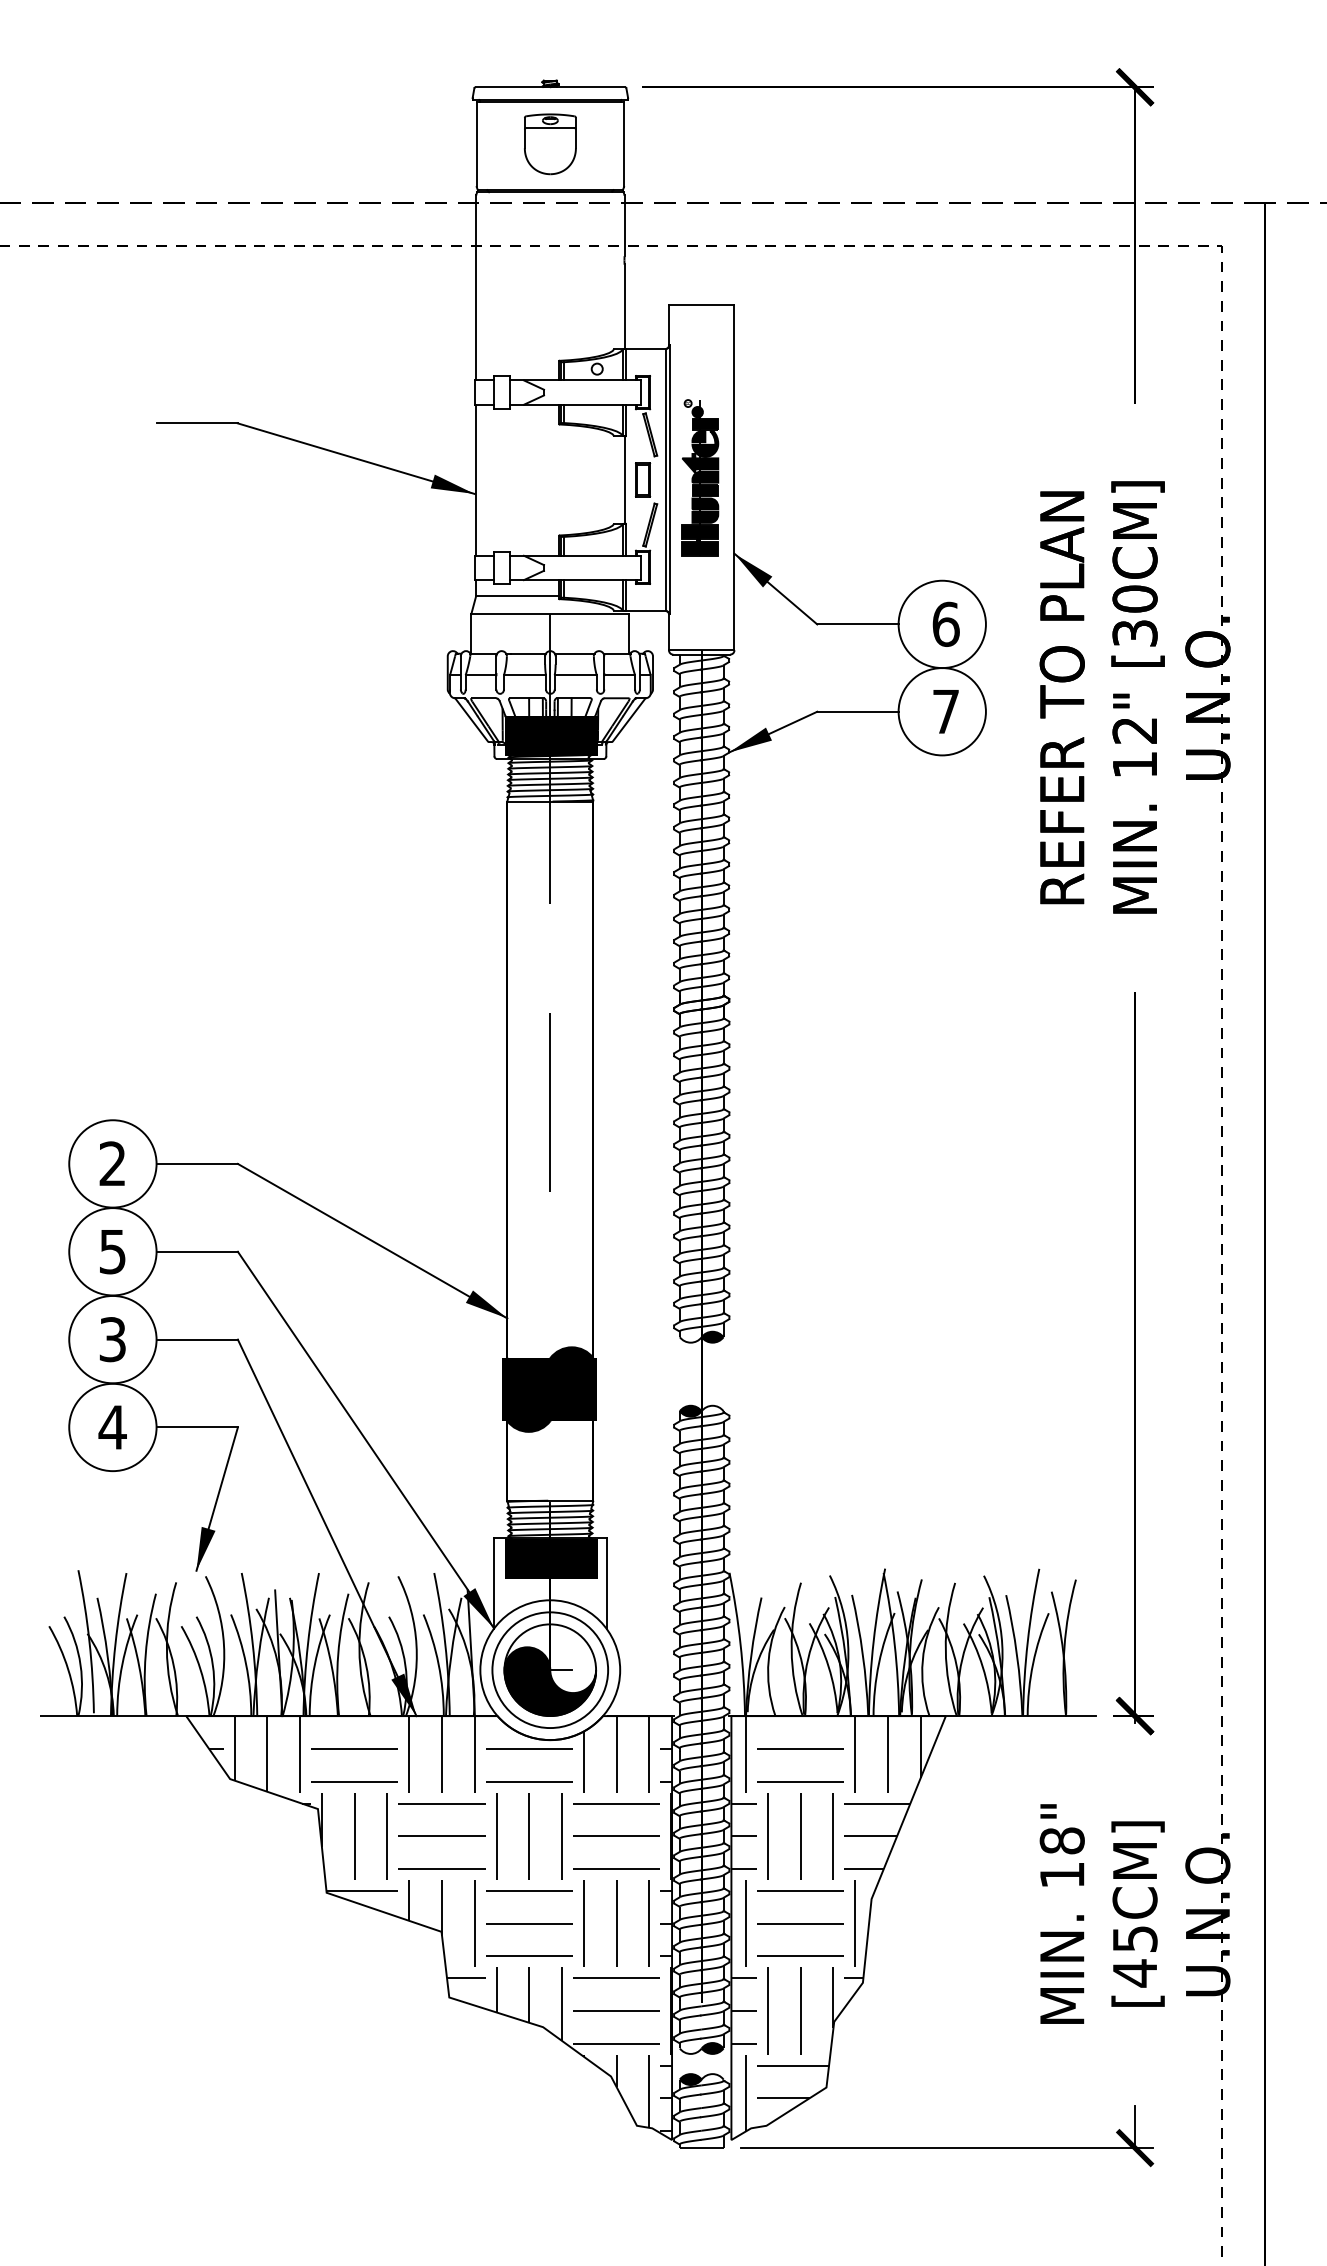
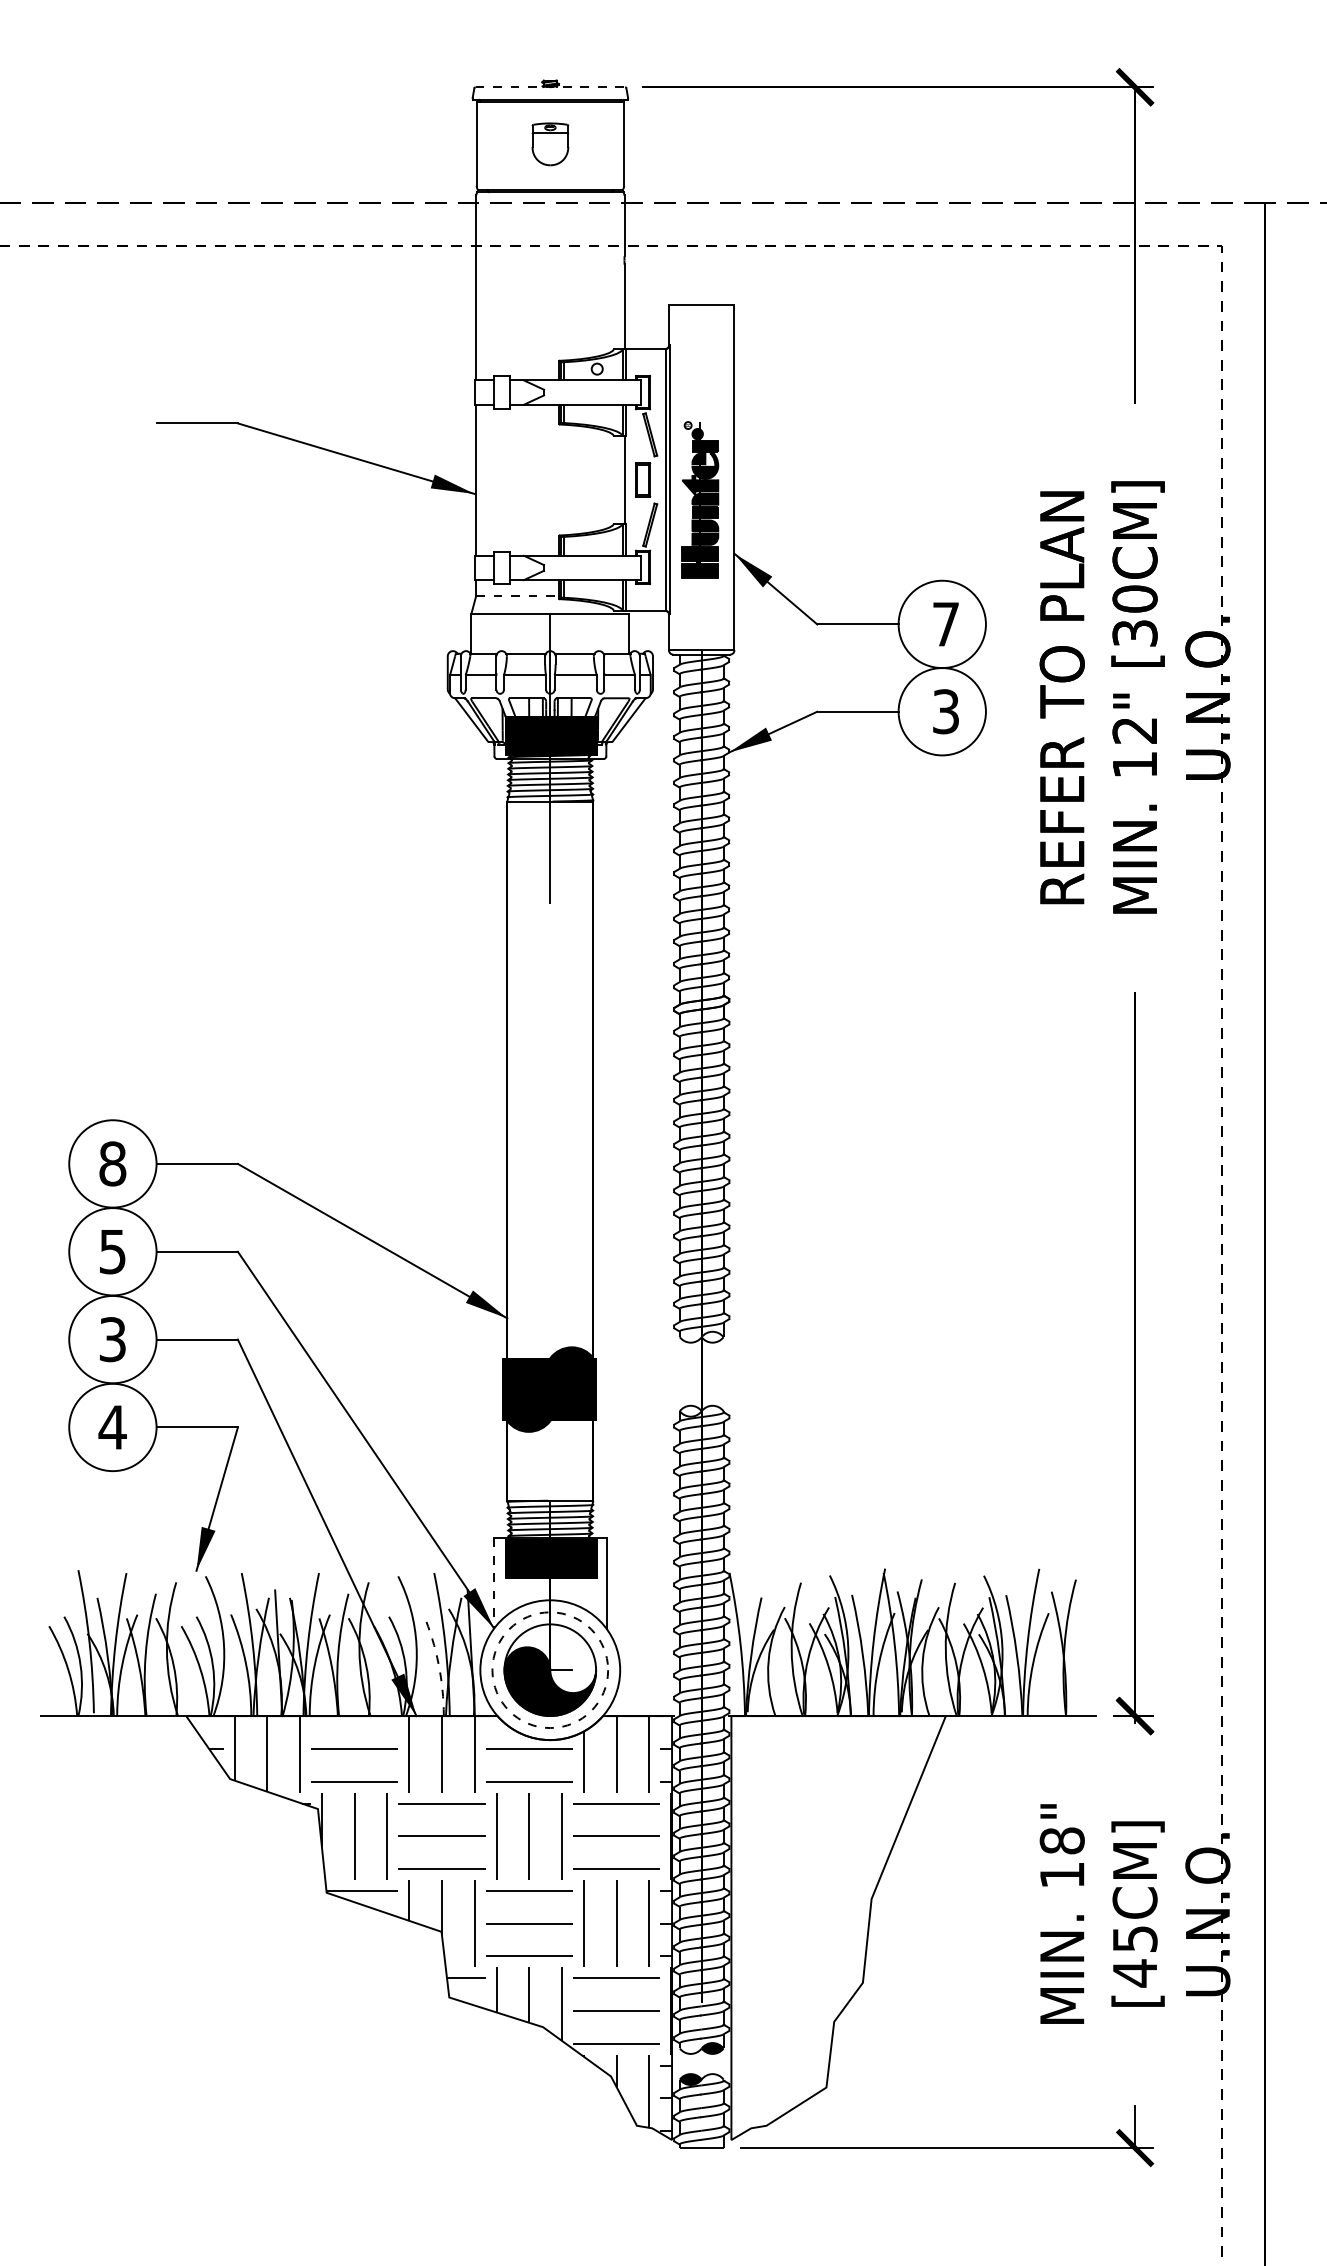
line at (550, 87): solid -> dashed
part at (550, 144) size: 53x63 px -> 39x45 px
part at (700, 477) position: (700, 477) -> (700, 499)
line at (517, 596): solid -> dashed
text at (945, 623): 6 -> 7
text at (945, 711): 7 -> 3
line at (549, 1102): present -> none
text at (112, 1163): 2 -> 8
fill at (712, 1336): present -> none
fill at (690, 1410): present -> none
line at (493, 1584): solid -> dashed
arc at (438, 1664): solid -> dashed
circle at (550, 1670): solid -> dashed
hatch at (838, 1923): present -> none
